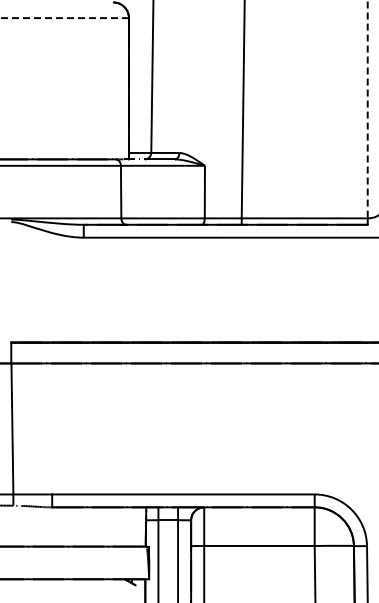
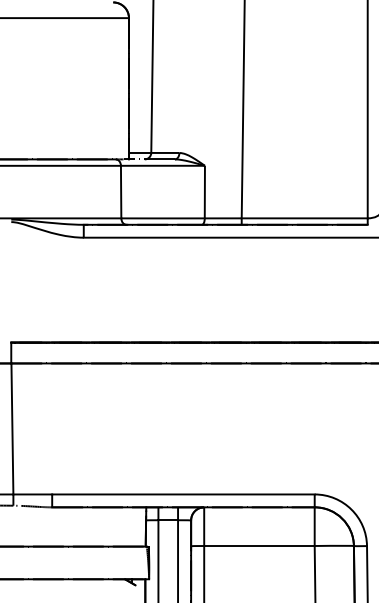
line at (64, 18): dashed -> solid
line at (367, 109): dashed -> solid
